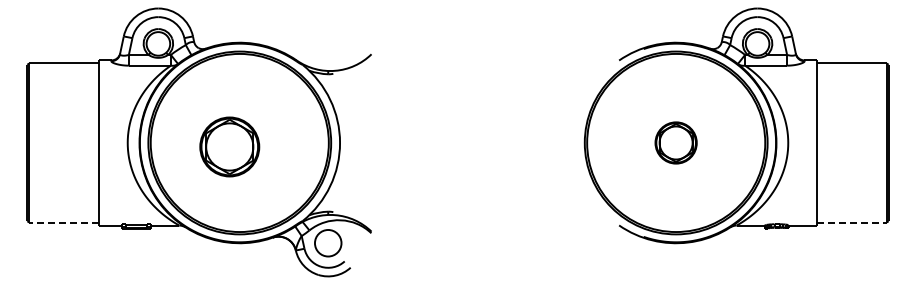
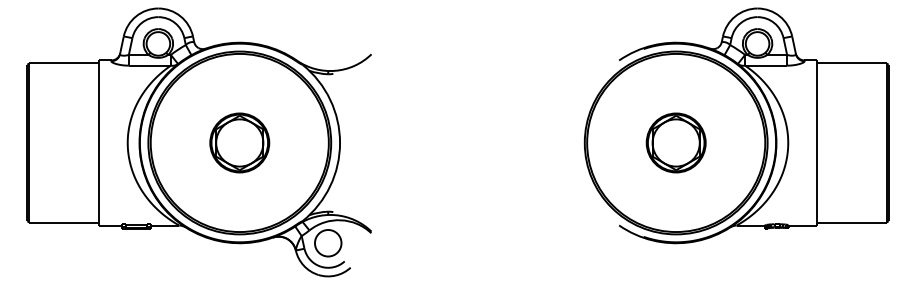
part at (675, 142) size: 44x44 px -> 62x62 px
part at (229, 146) position: (229, 146) -> (239, 142)
line at (63, 222): dashed -> solid
line at (852, 222): dashed -> solid
